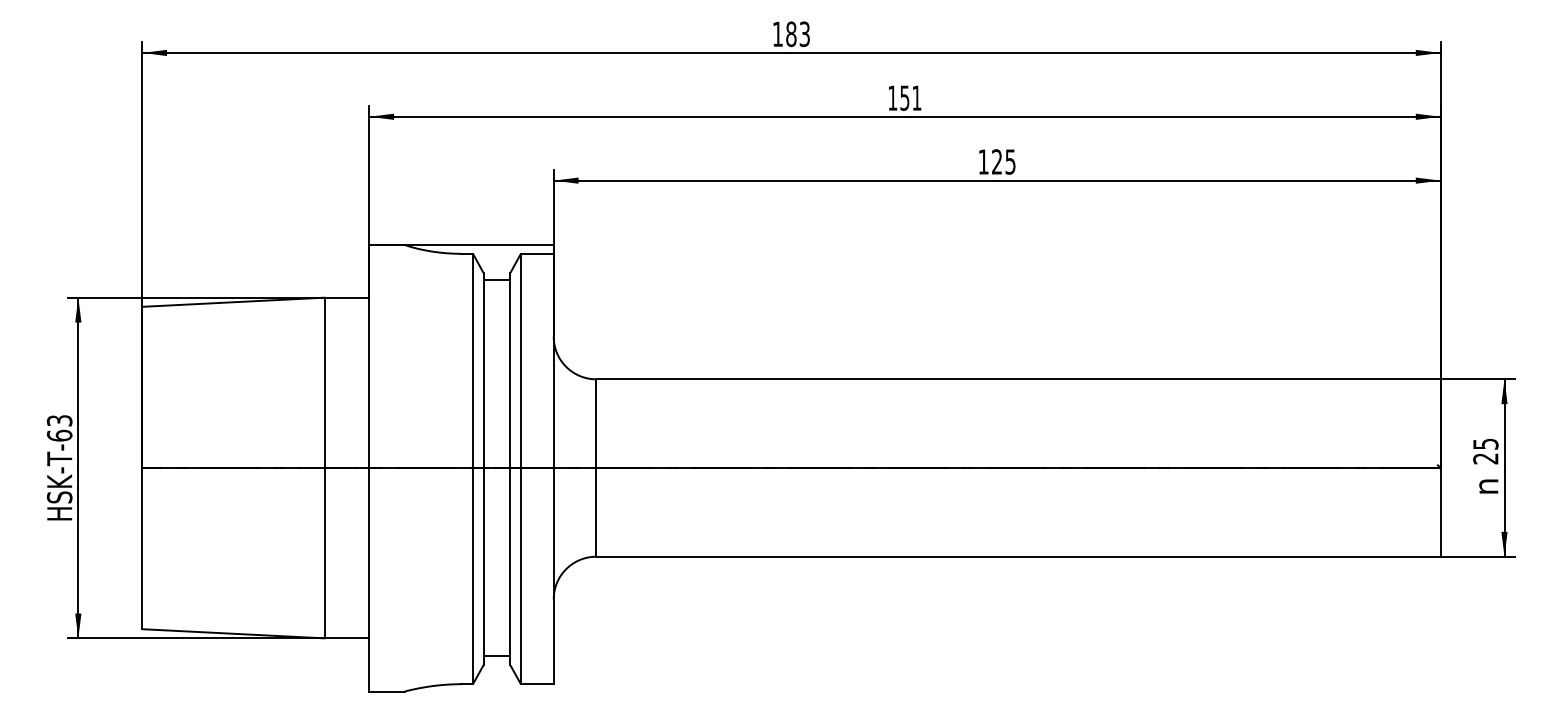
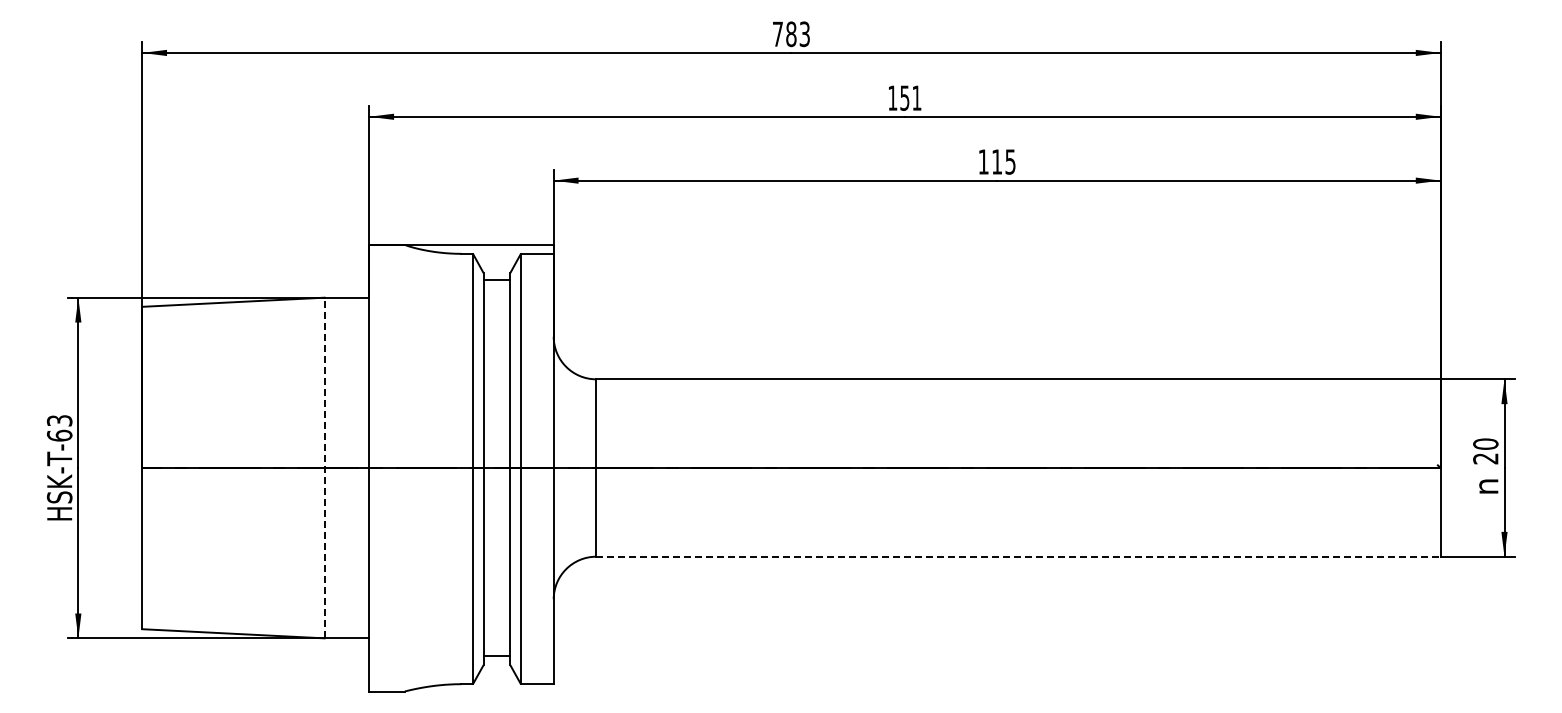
text at (777, 33): 183 -> 783
text at (996, 161): 125 -> 115
text at (1485, 443): 25 -> 20
line at (324, 467): solid -> dashed
line at (1018, 556): solid -> dashed
